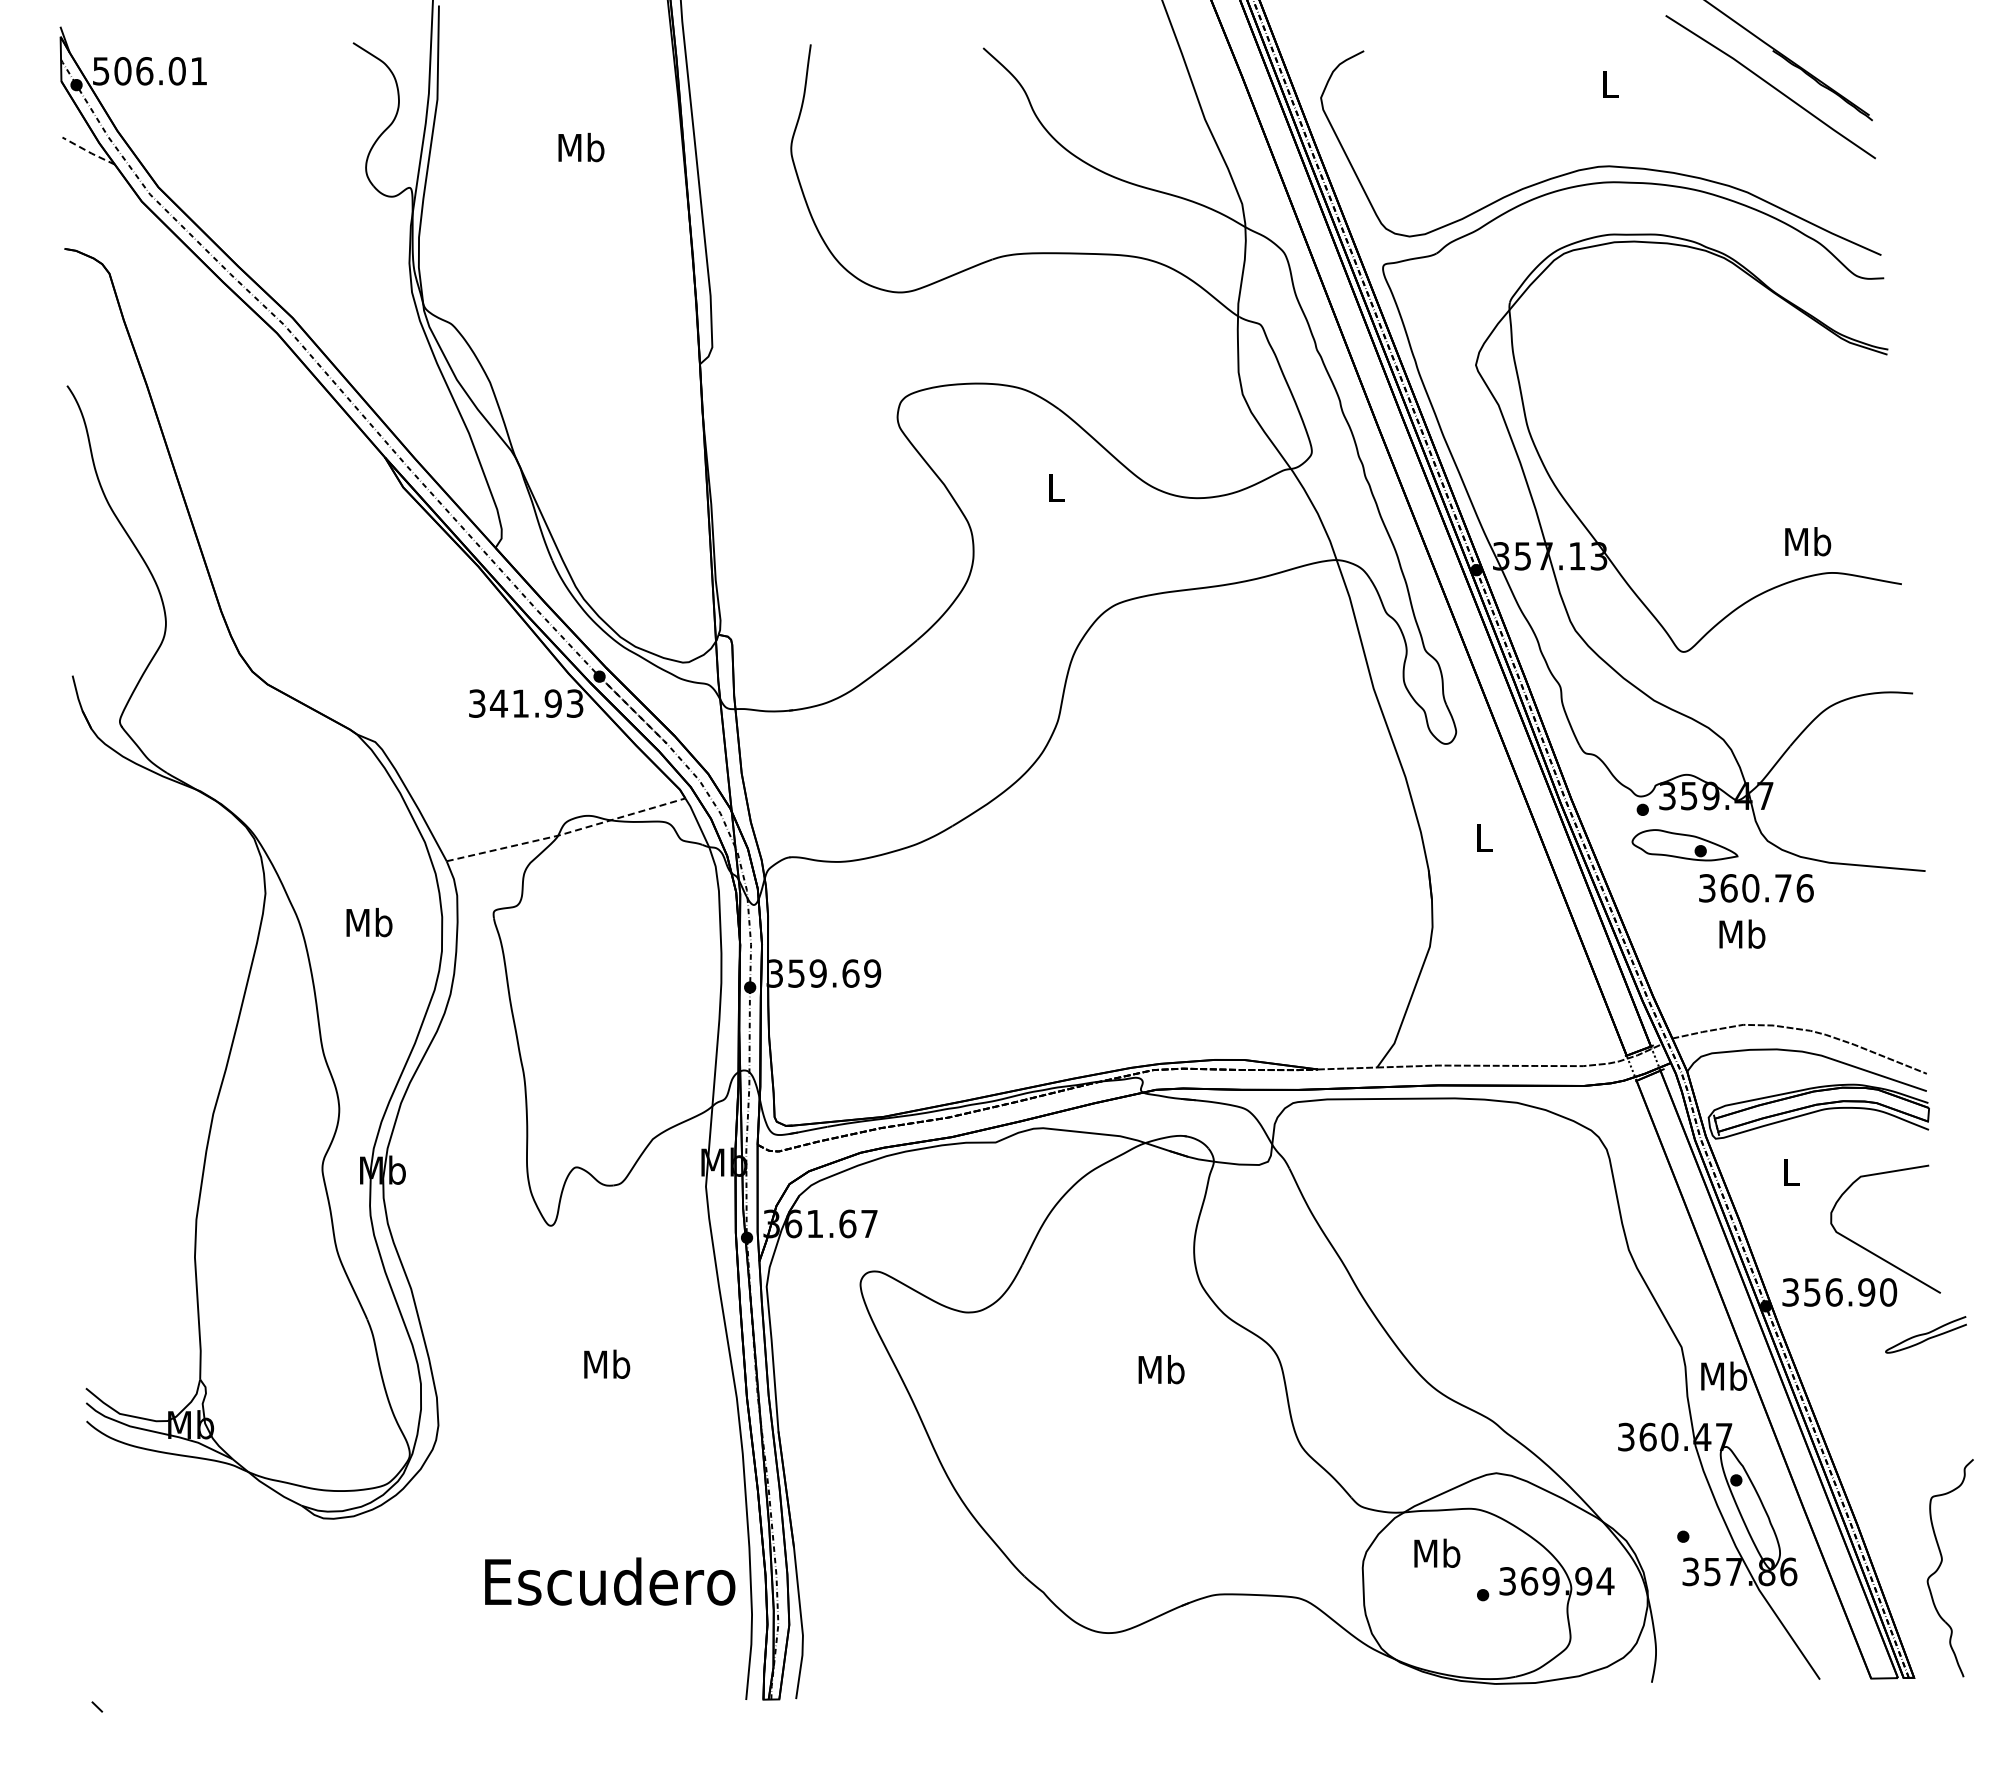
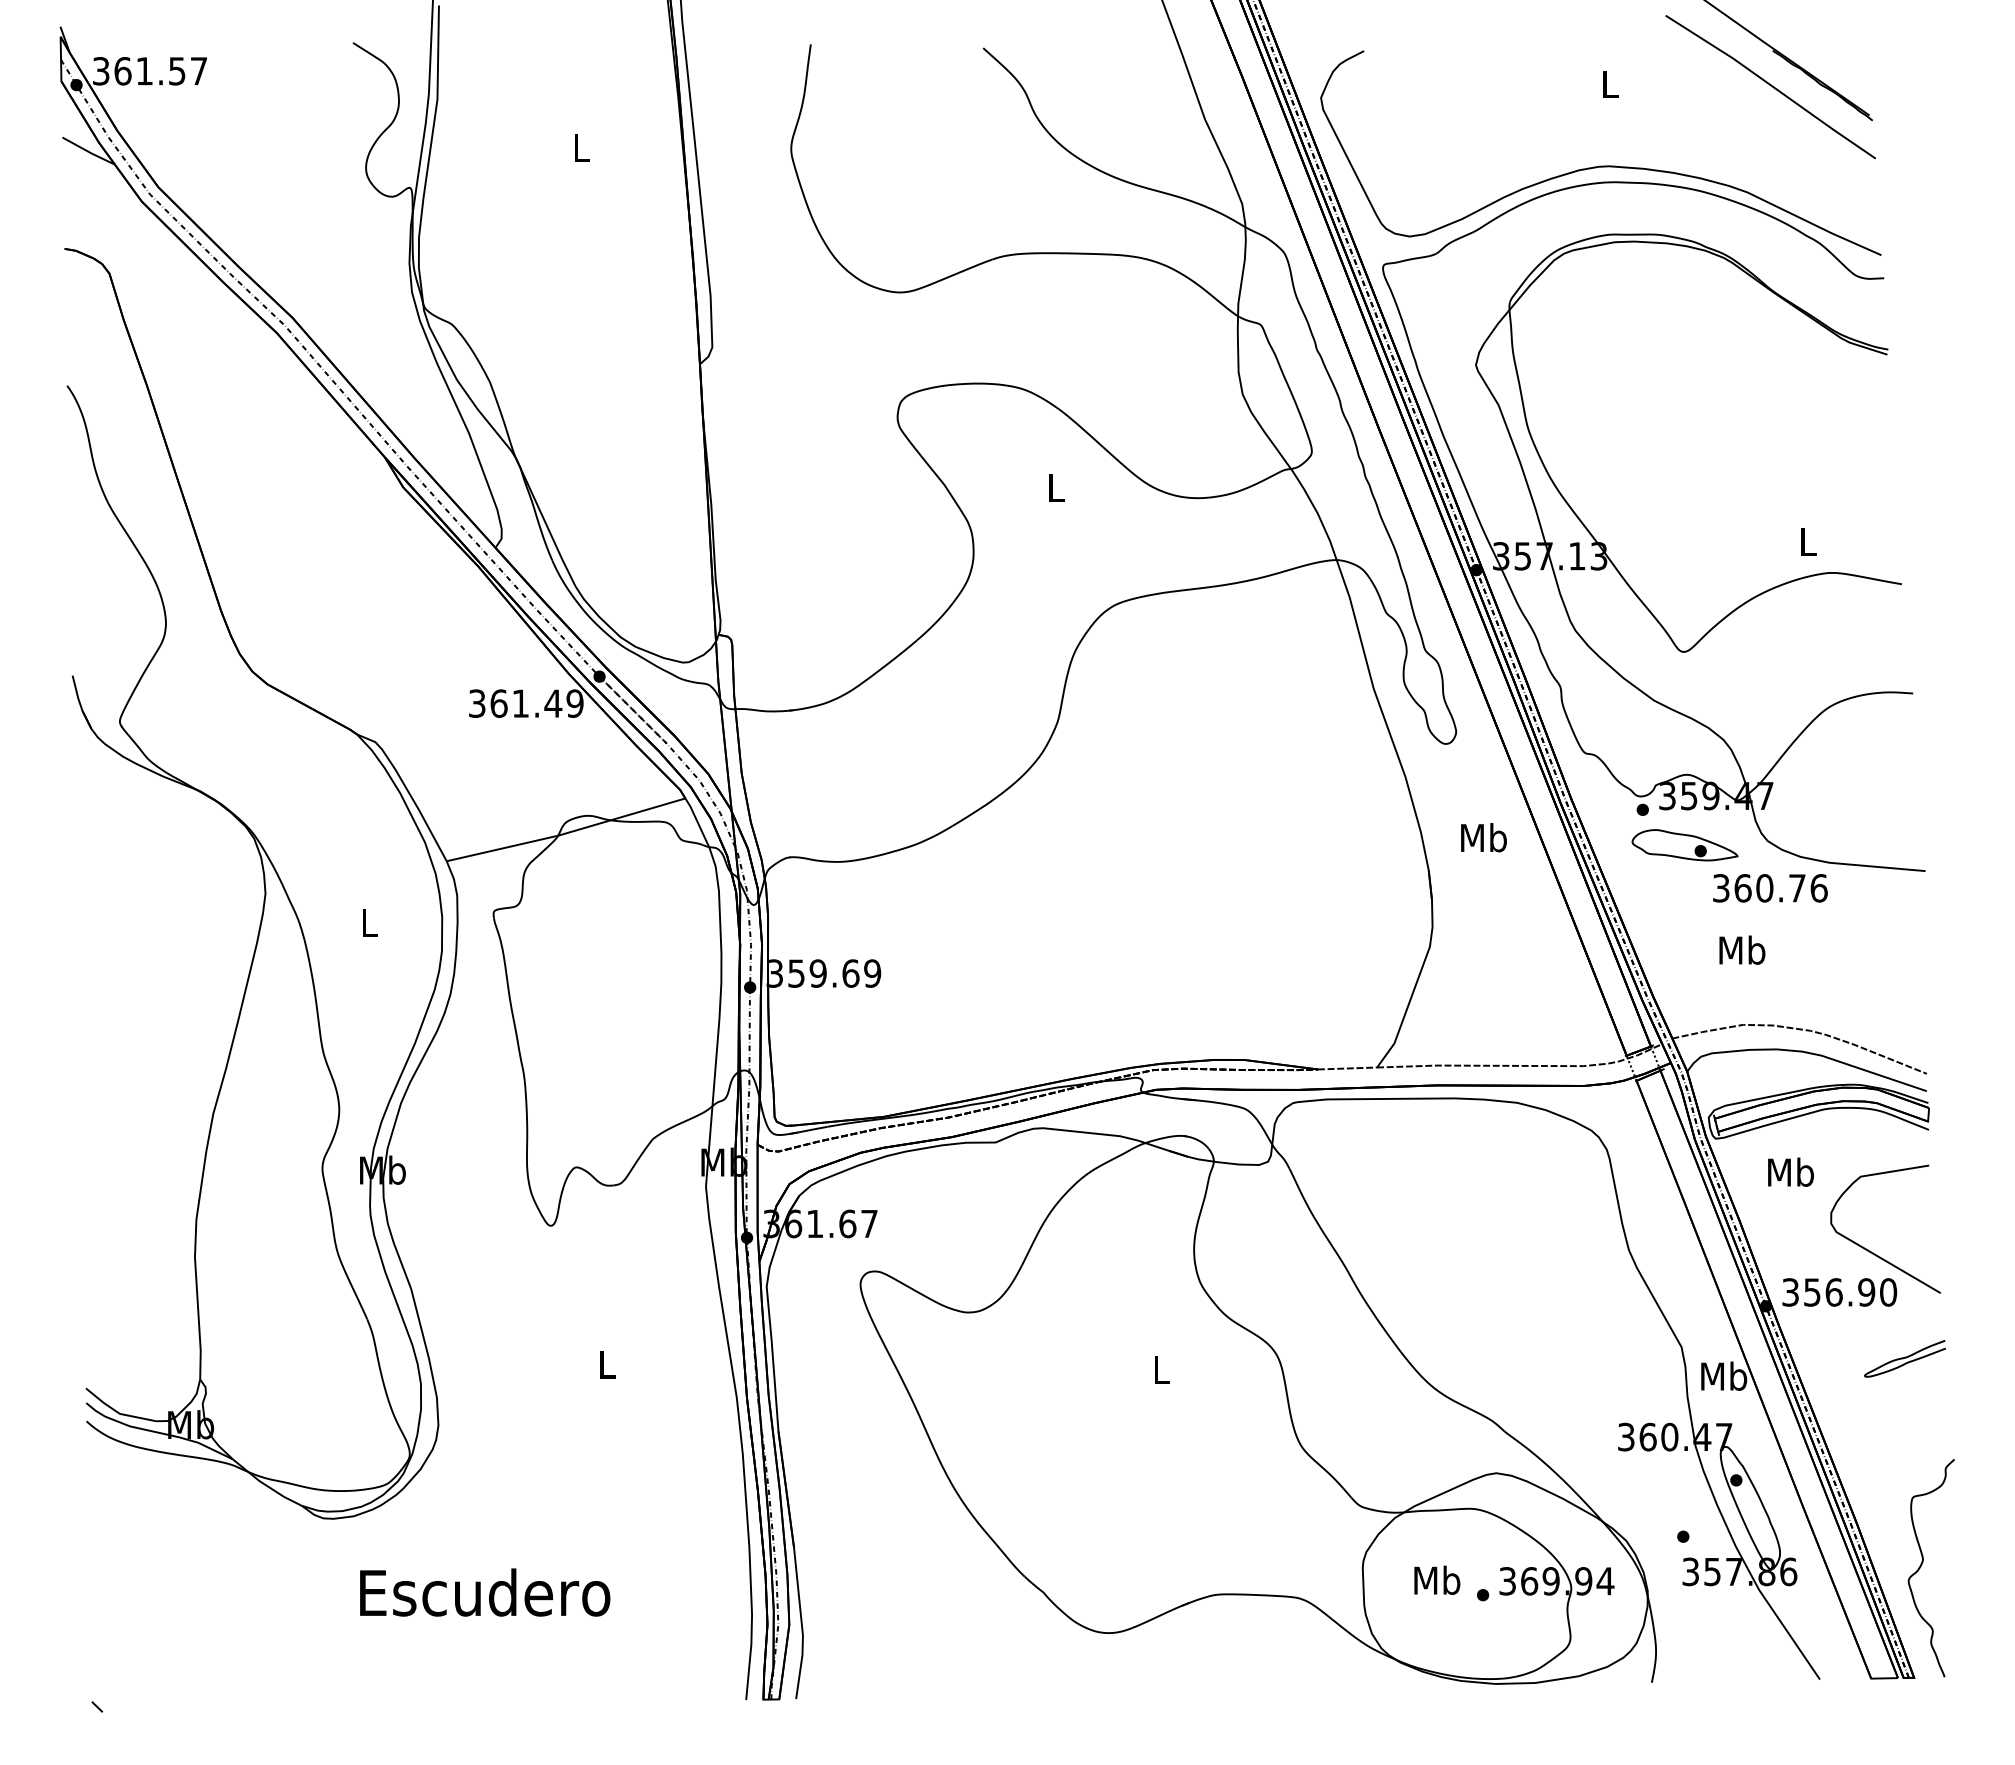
text at (149, 71): 506.01 -> 361.57
text at (581, 147): Mb -> L
line at (88, 151): dashed -> solid
text at (1808, 541): Mb -> L
text at (536, 703): 341.93 -> 361.49
line at (567, 833): dashed -> solid
text at (1483, 837): L -> Mb
text at (1756, 888) position: (1756, 888) -> (1770, 888)
text at (369, 922): Mb -> L
text at (1742, 933) position: (1742, 933) -> (1742, 949)
text at (1790, 1171): L -> Mb
curve at (1925, 1334) position: (1925, 1334) -> (1904, 1358)
text at (607, 1363): Mb -> L
text at (1161, 1369): Mb -> L
text at (1437, 1552) position: (1437, 1552) -> (1437, 1579)
part at (1941, 1564) position: (1941, 1564) -> (1922, 1564)
text at (610, 1581) position: (610, 1581) -> (485, 1592)
